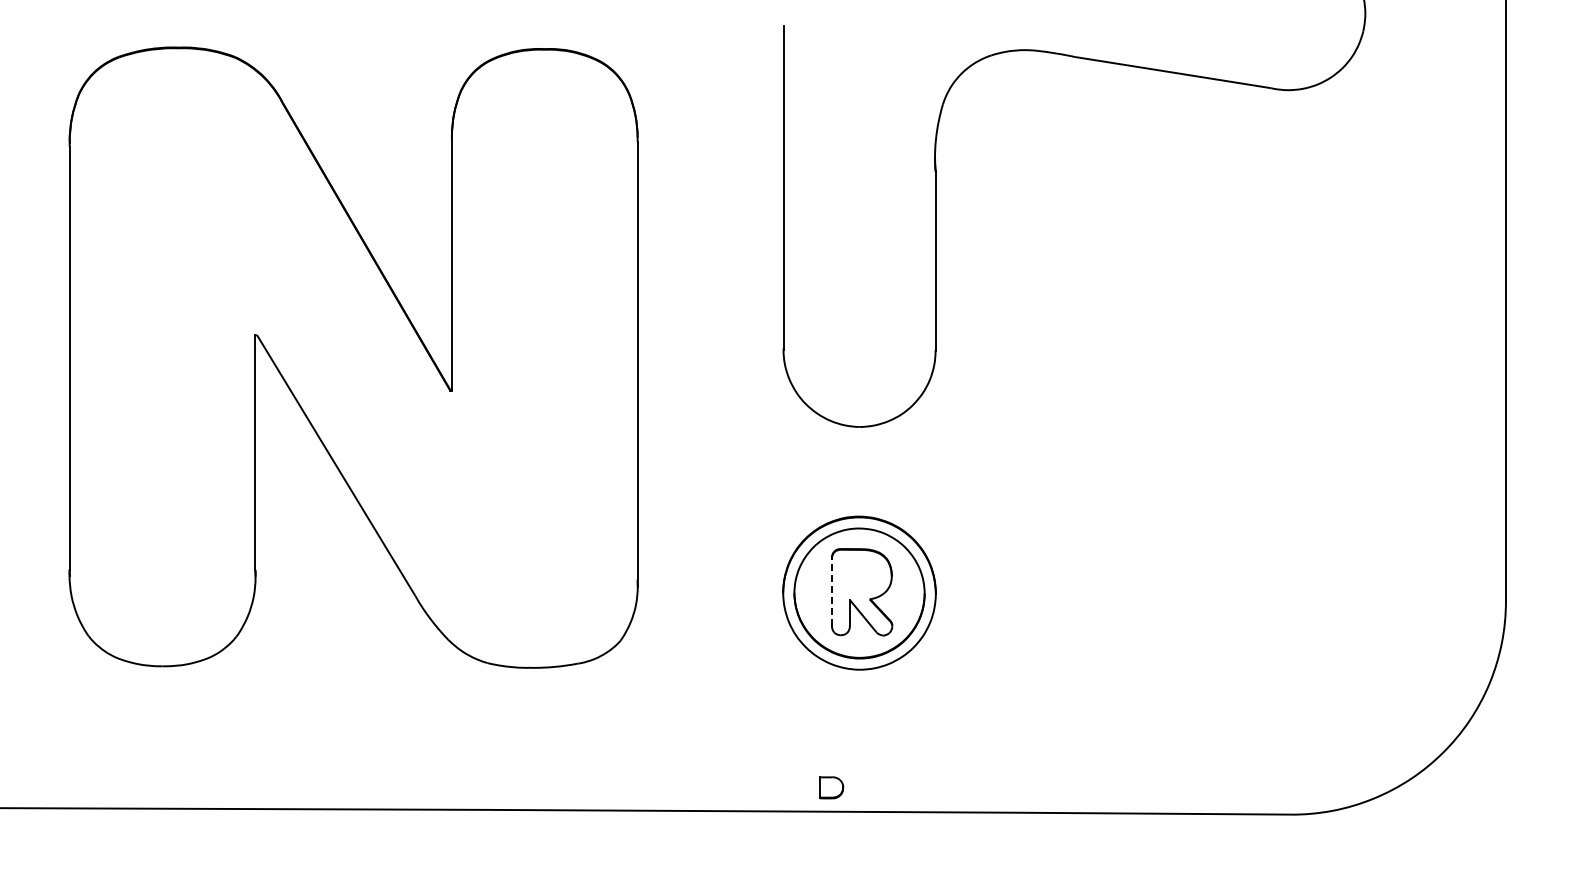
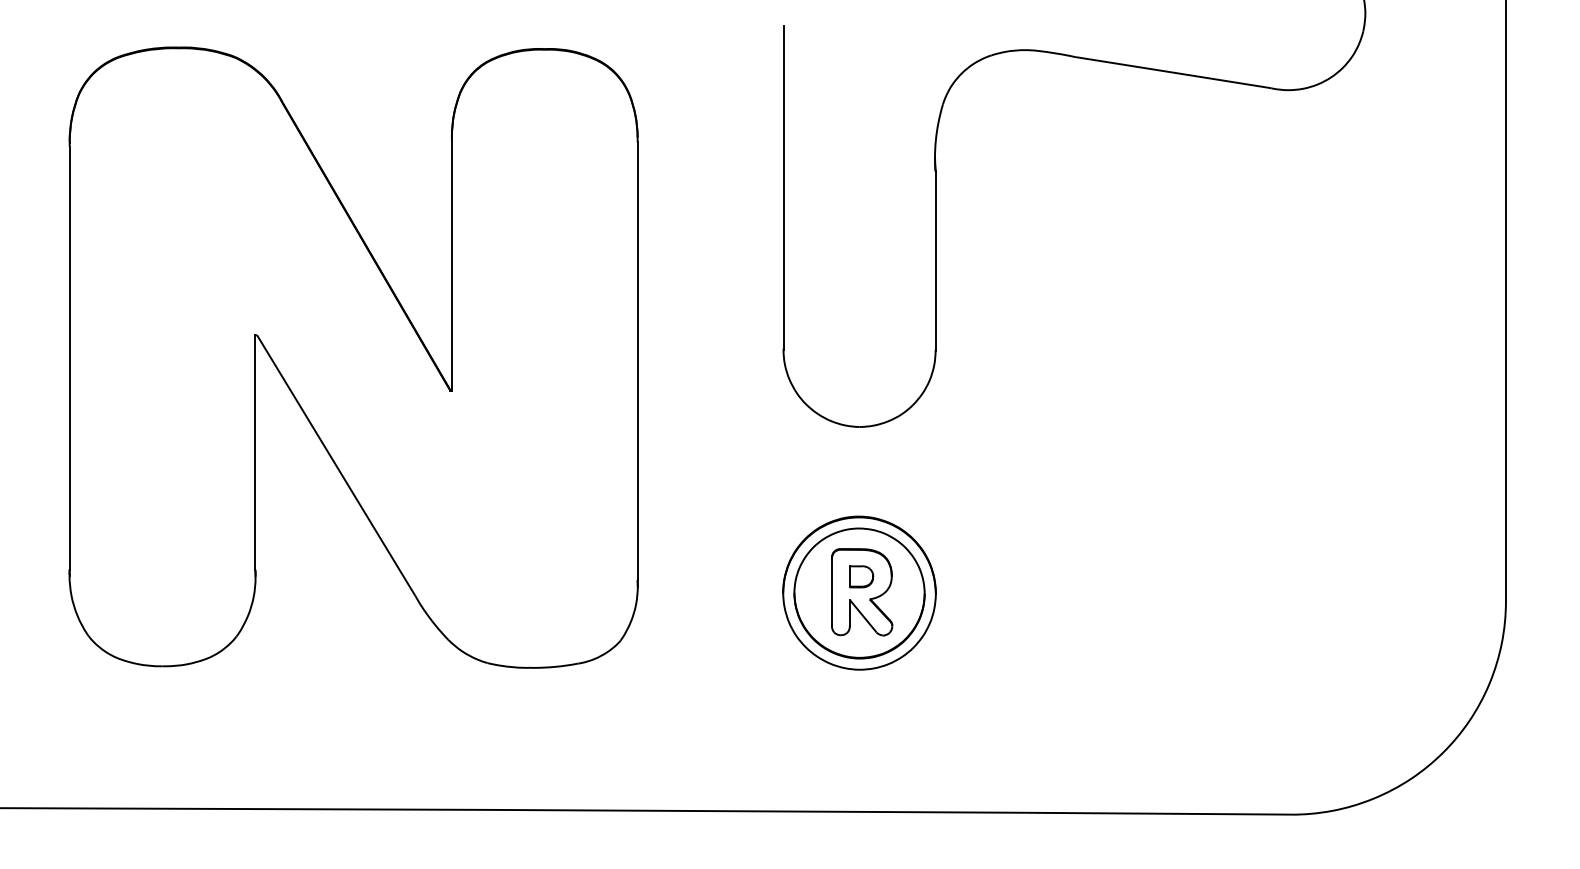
line at (831, 592): dashed -> solid
part at (831, 787) position: (831, 787) -> (861, 576)
